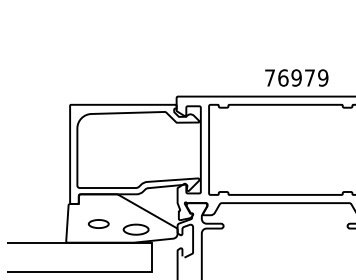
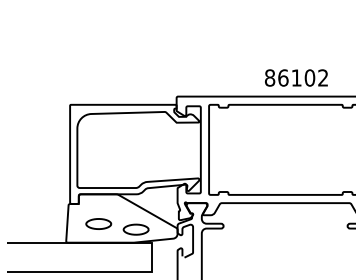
text at (296, 77): 76979 -> 86102
part at (98, 223) size: 22x10 px -> 28x12 px
